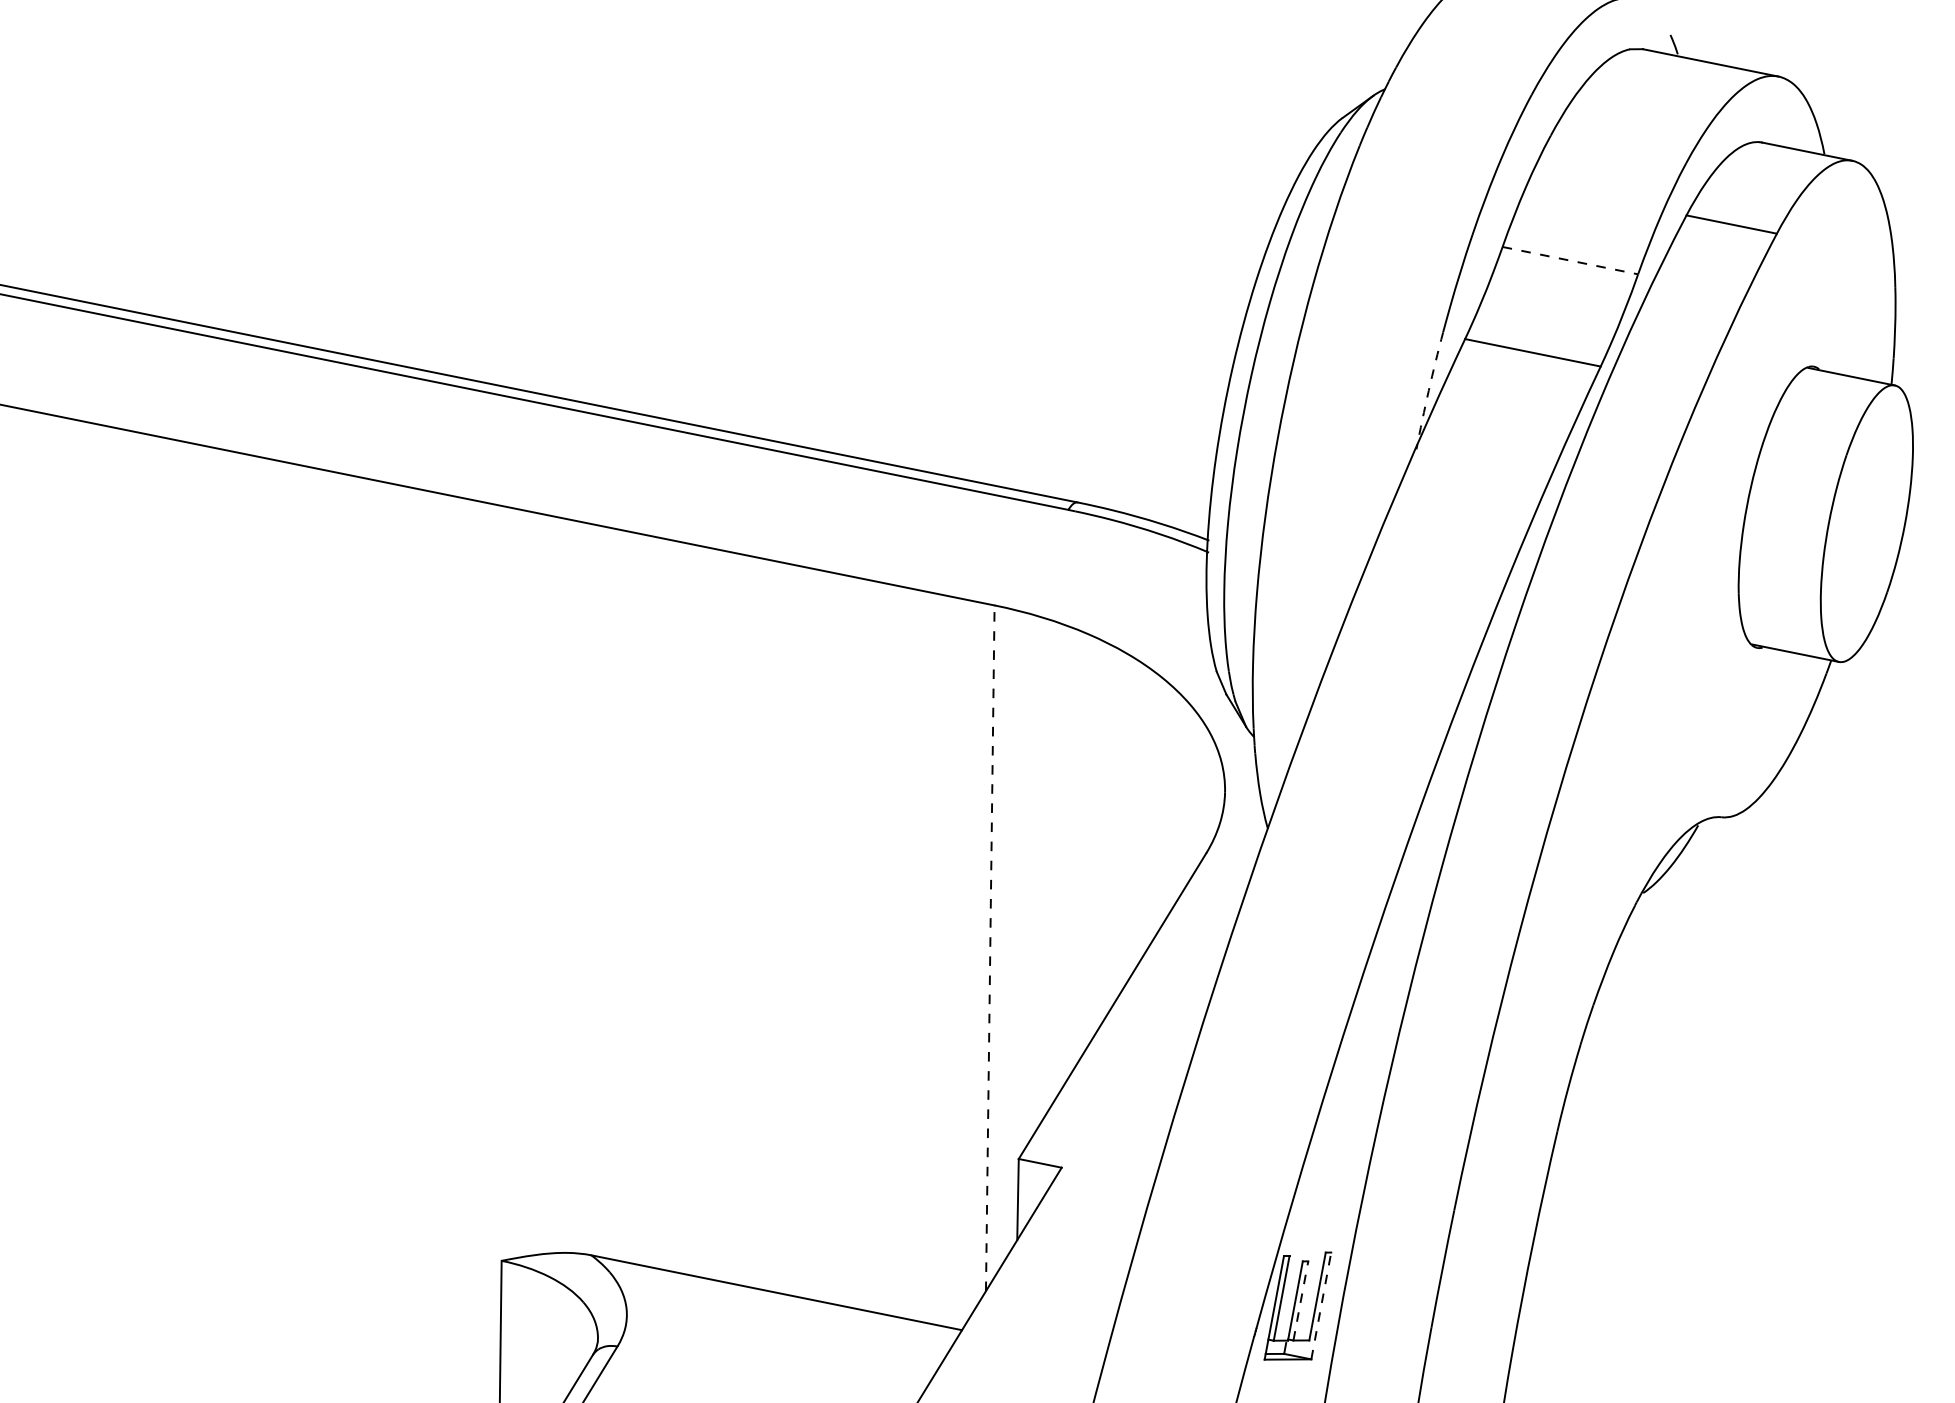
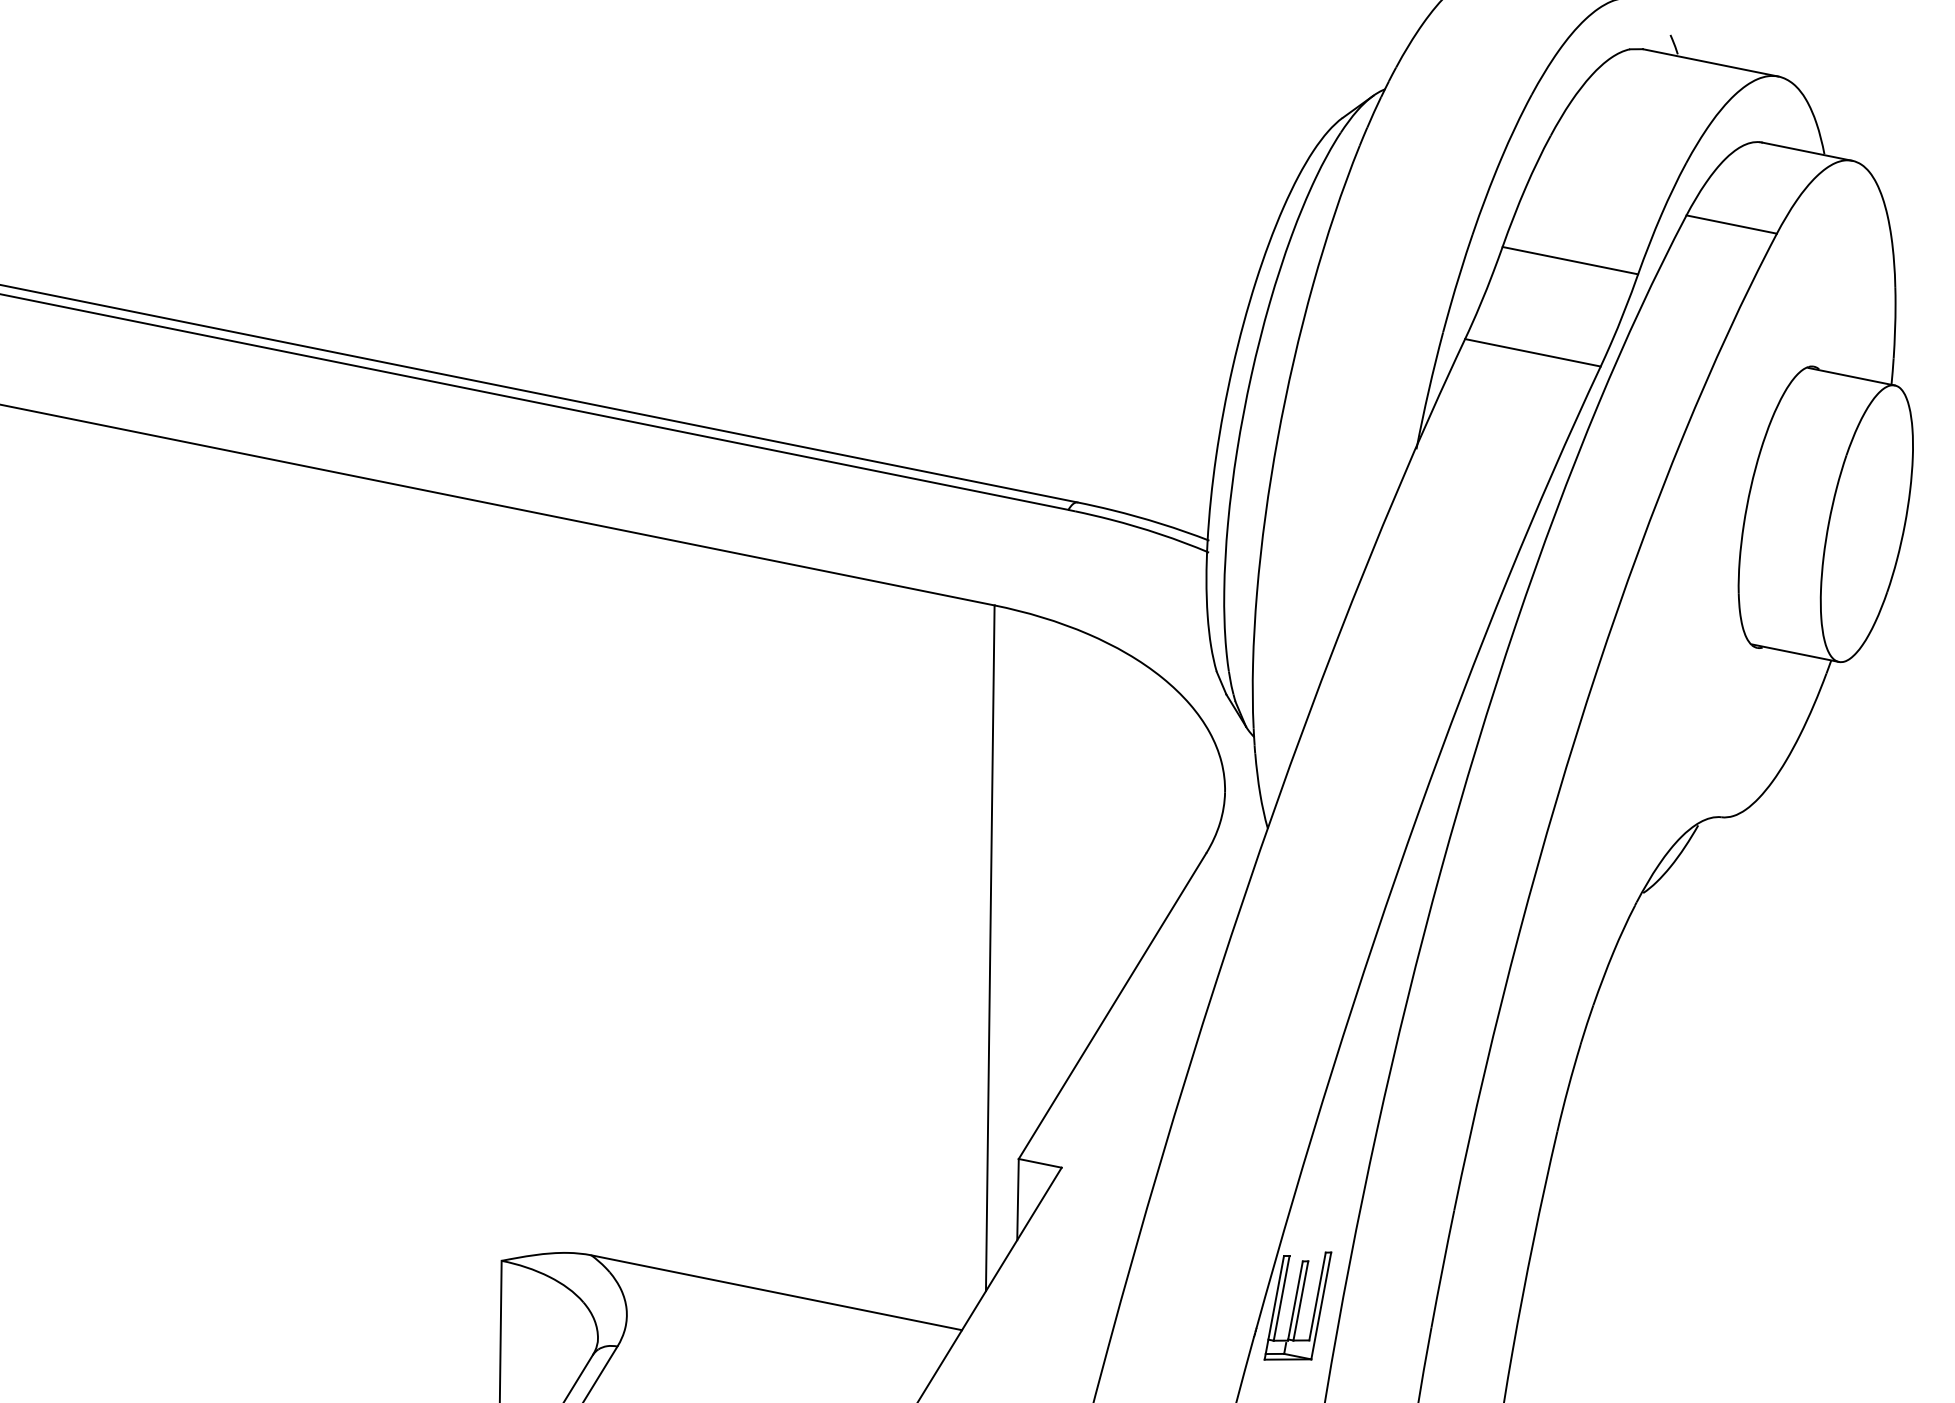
line at (1570, 260): dashed -> solid
arc at (1428, 390): dashed -> solid
line at (990, 948): dashed -> solid
line at (1300, 1300): dashed -> solid
line at (1321, 1305): dashed -> solid
